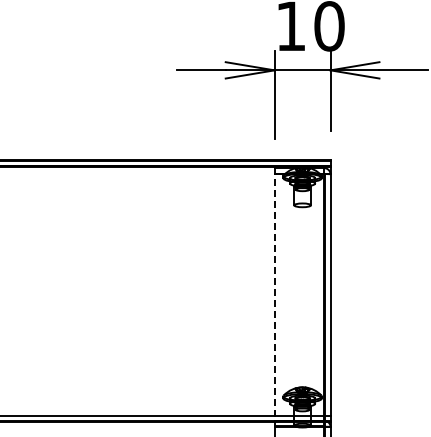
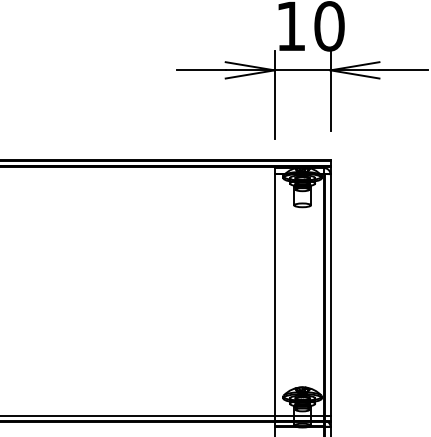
line at (274, 295): dashed -> solid
